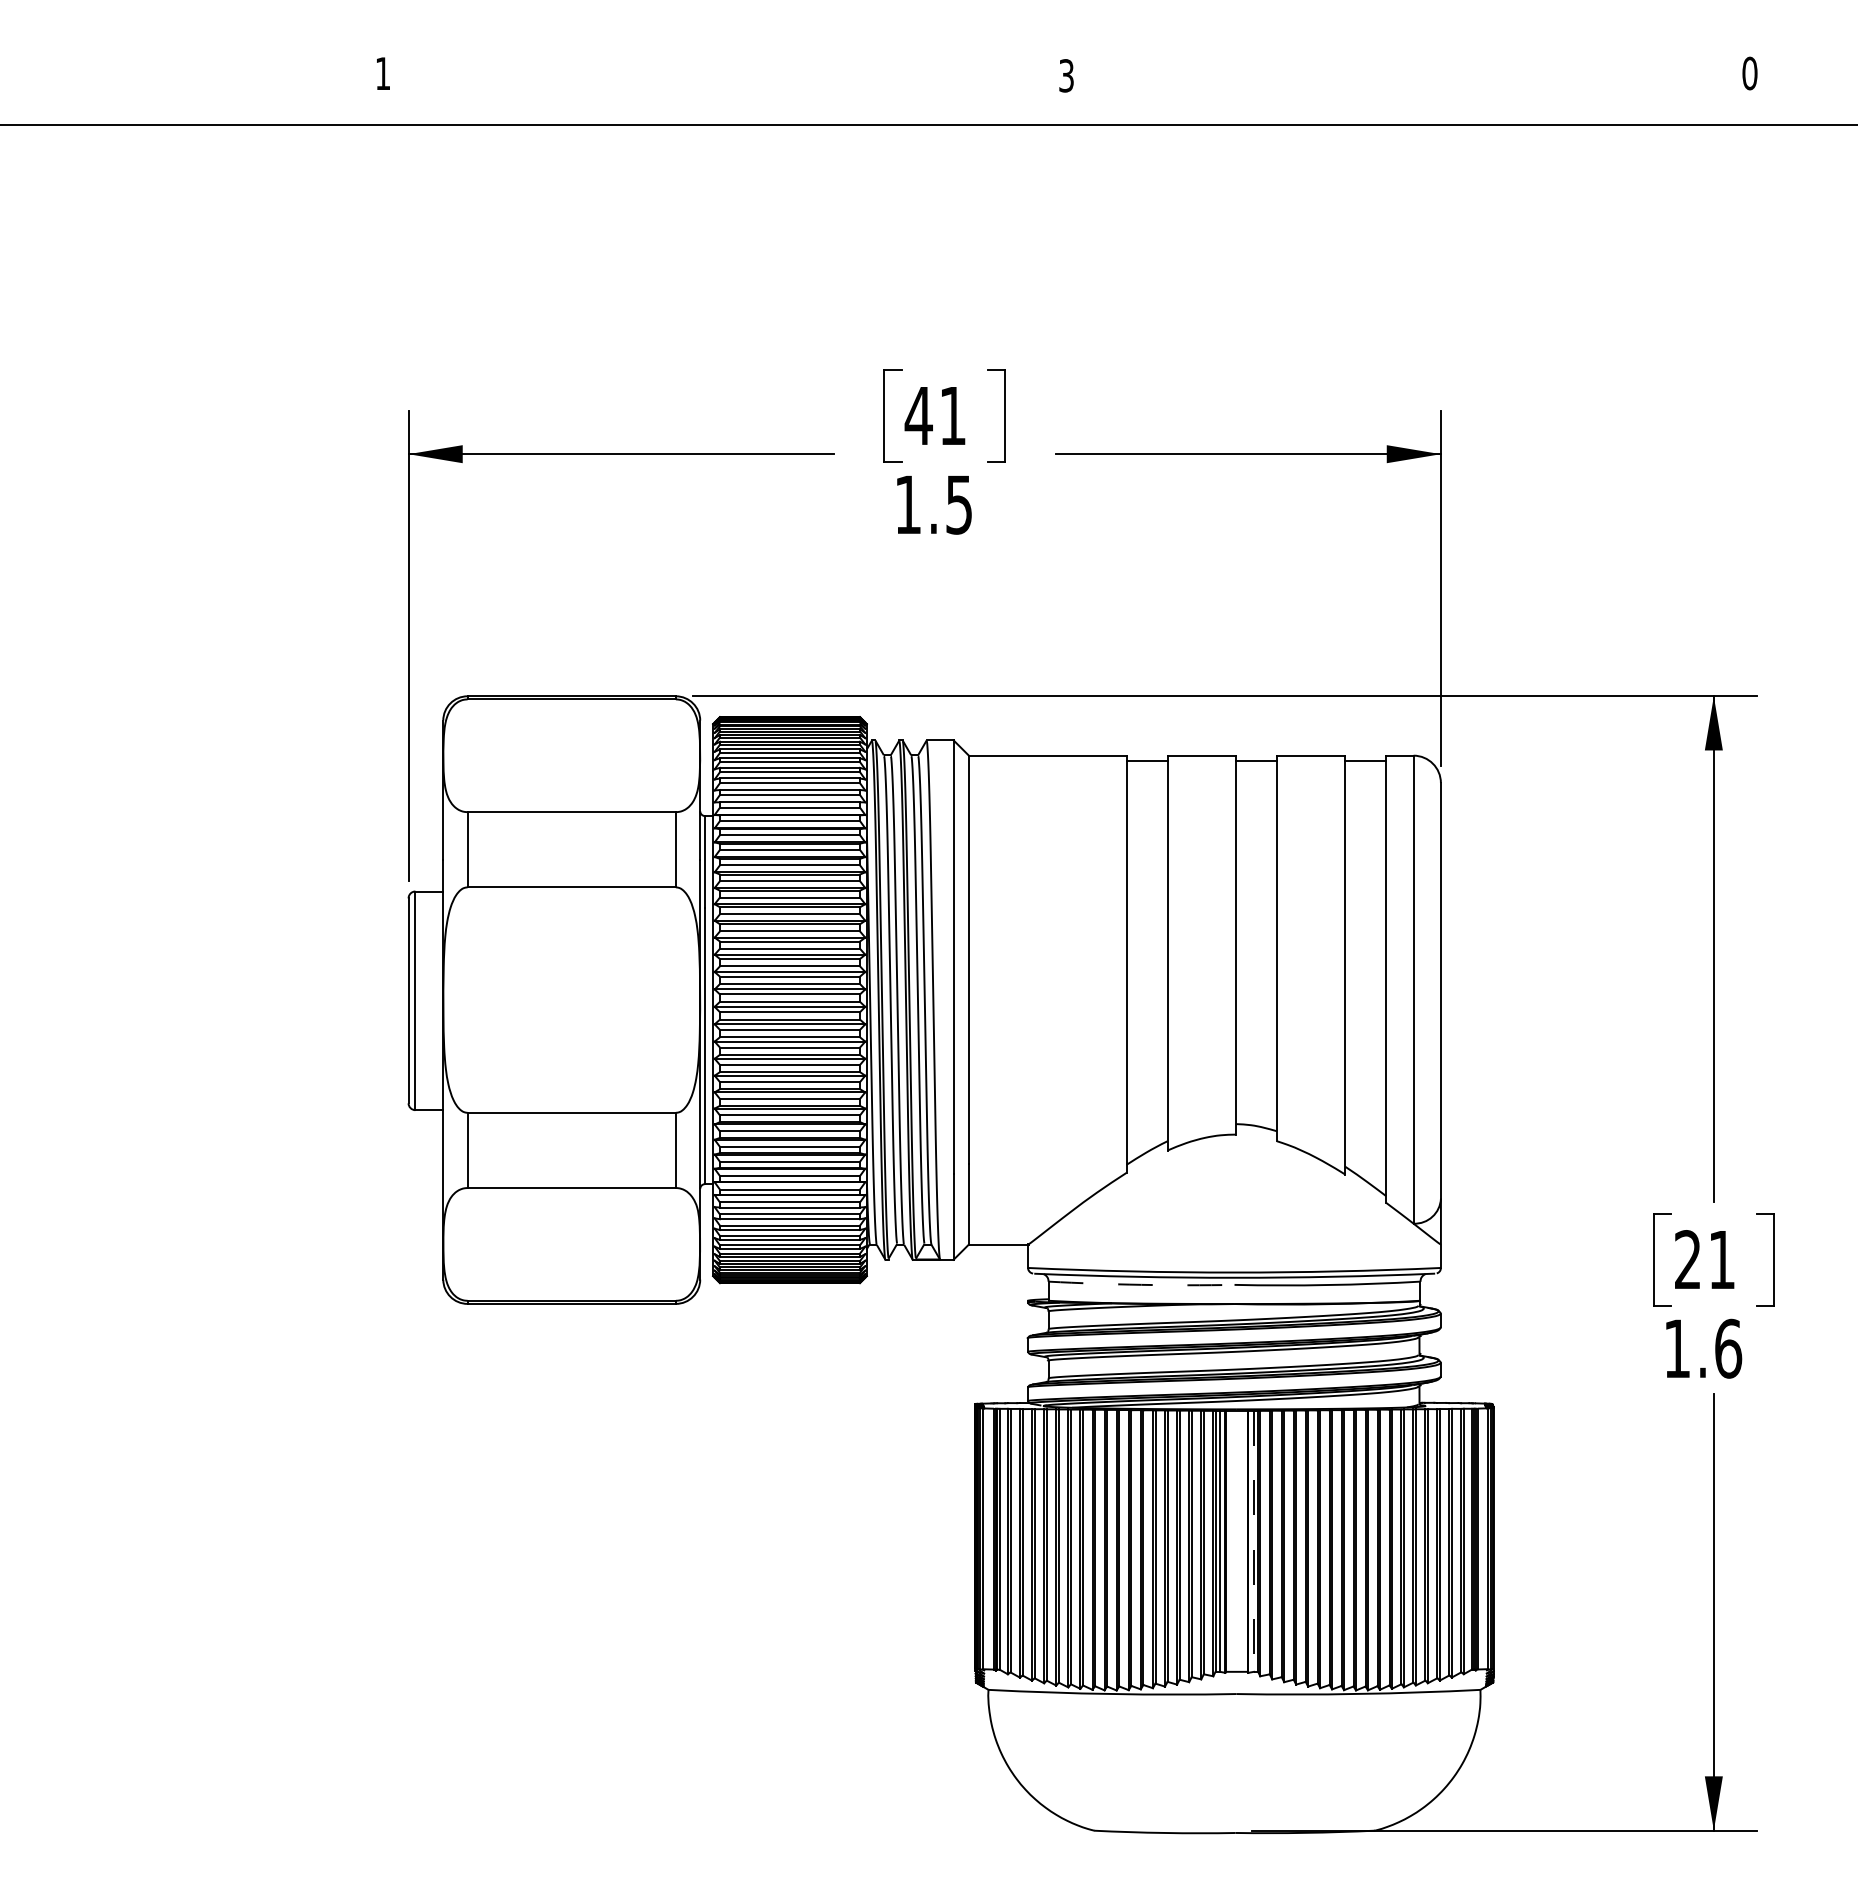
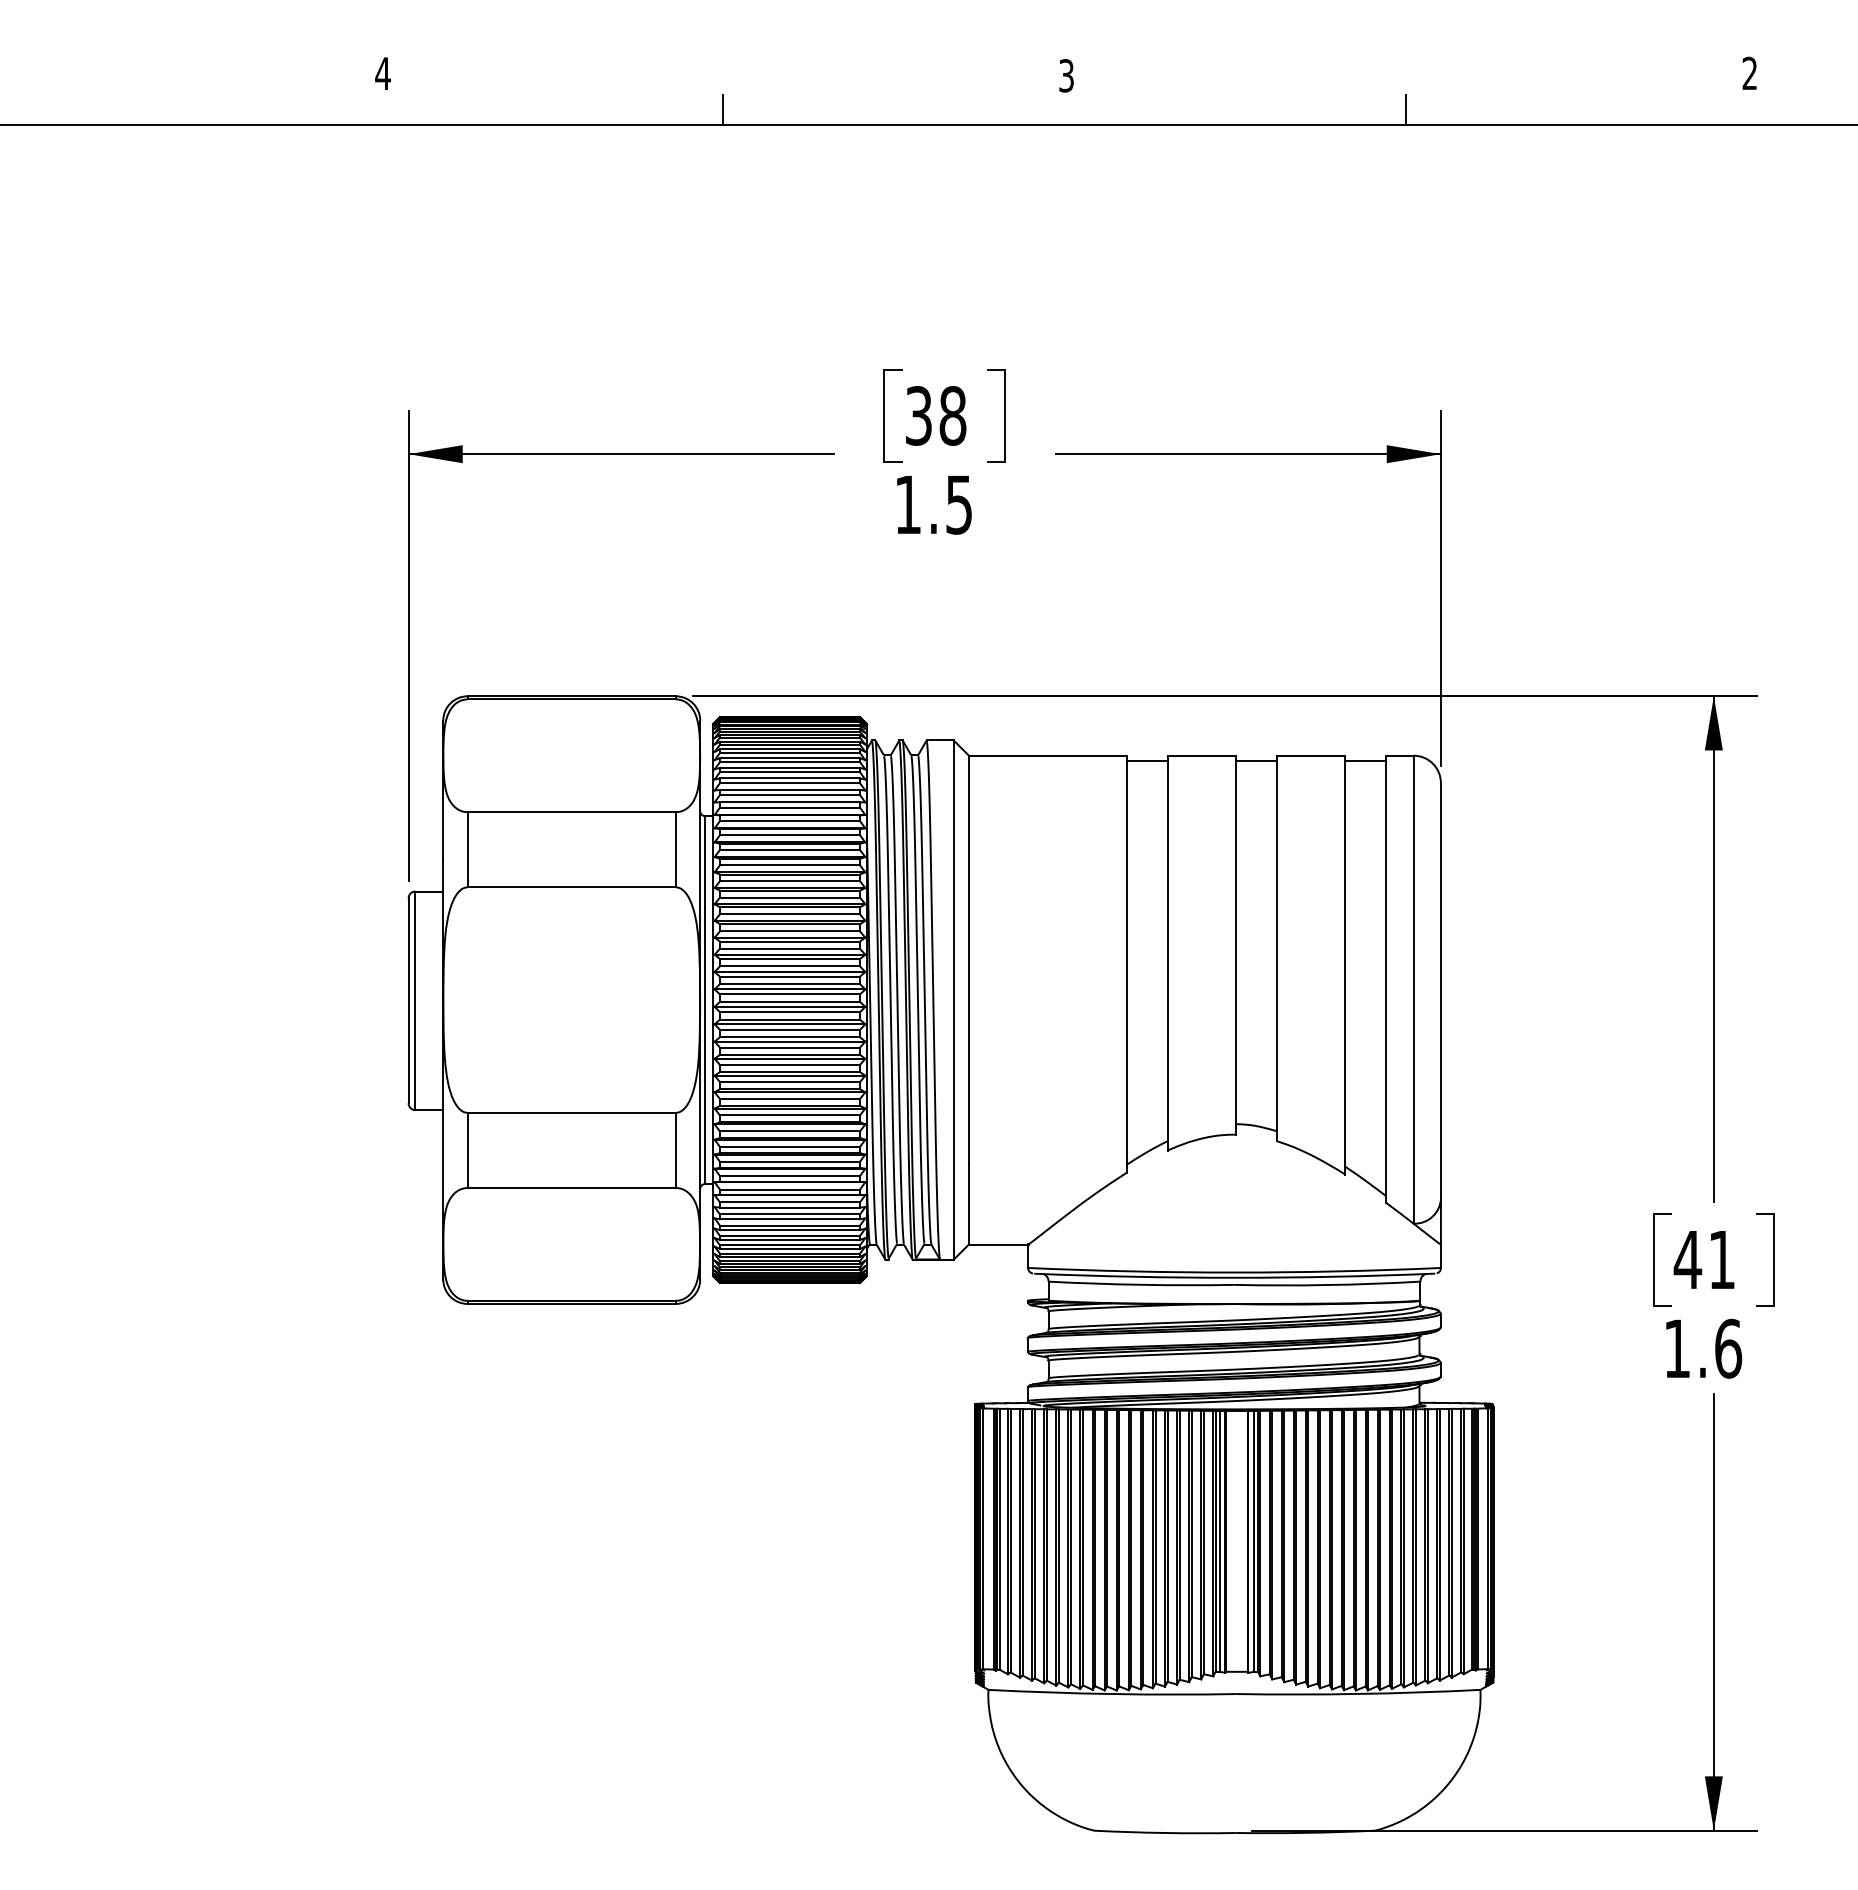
text at (382, 73): 1 -> 4
text at (1749, 73): 0 -> 2
line at (722, 109): none -> present
line at (1406, 109): none -> present
text at (935, 415): 41 -> 38
text at (1687, 1259): 21 -> 41
arc at (1141, 1284): dashed -> solid
line at (1253, 1541): dashed -> solid
